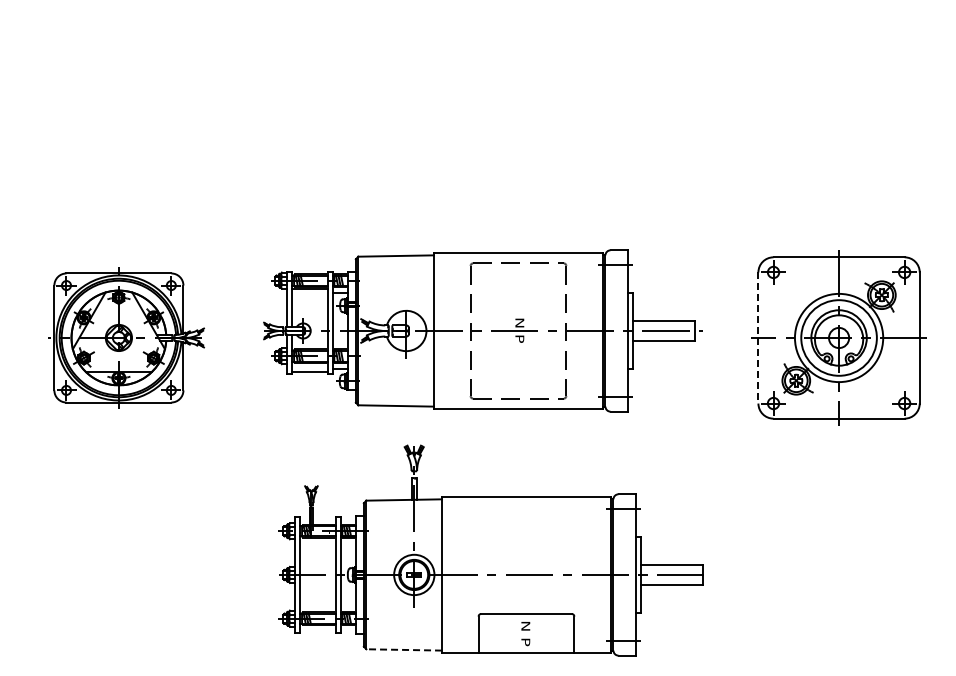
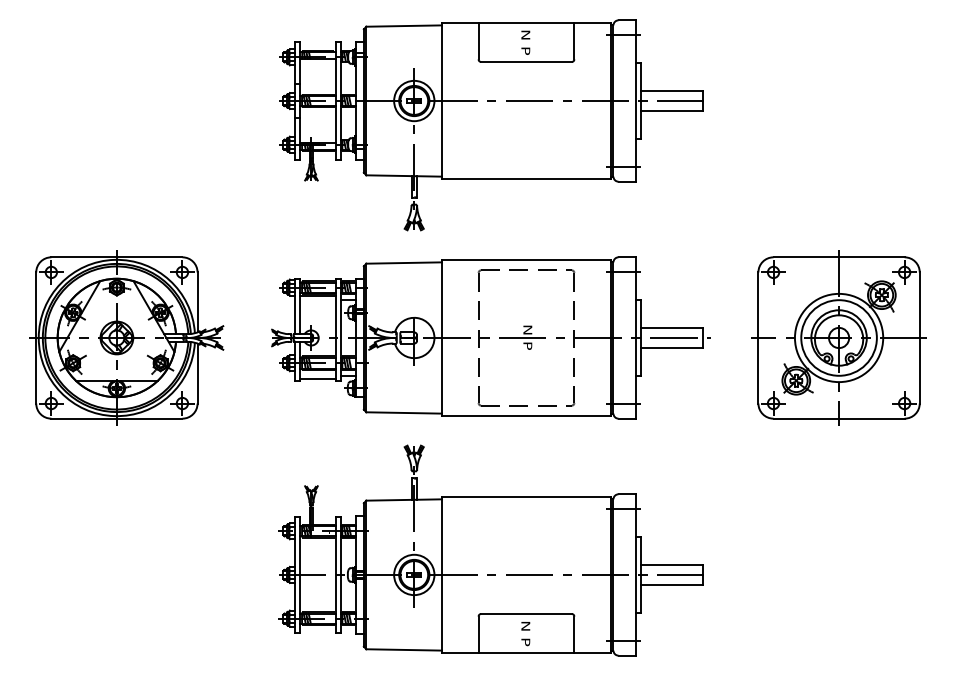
part at (491, 125): none -> present
part at (482, 330) position: (482, 330) -> (490, 337)
part at (126, 337) size: 157x142 px -> 196x176 px
line at (758, 337): dashed -> solid
line at (404, 649): dashed -> solid
